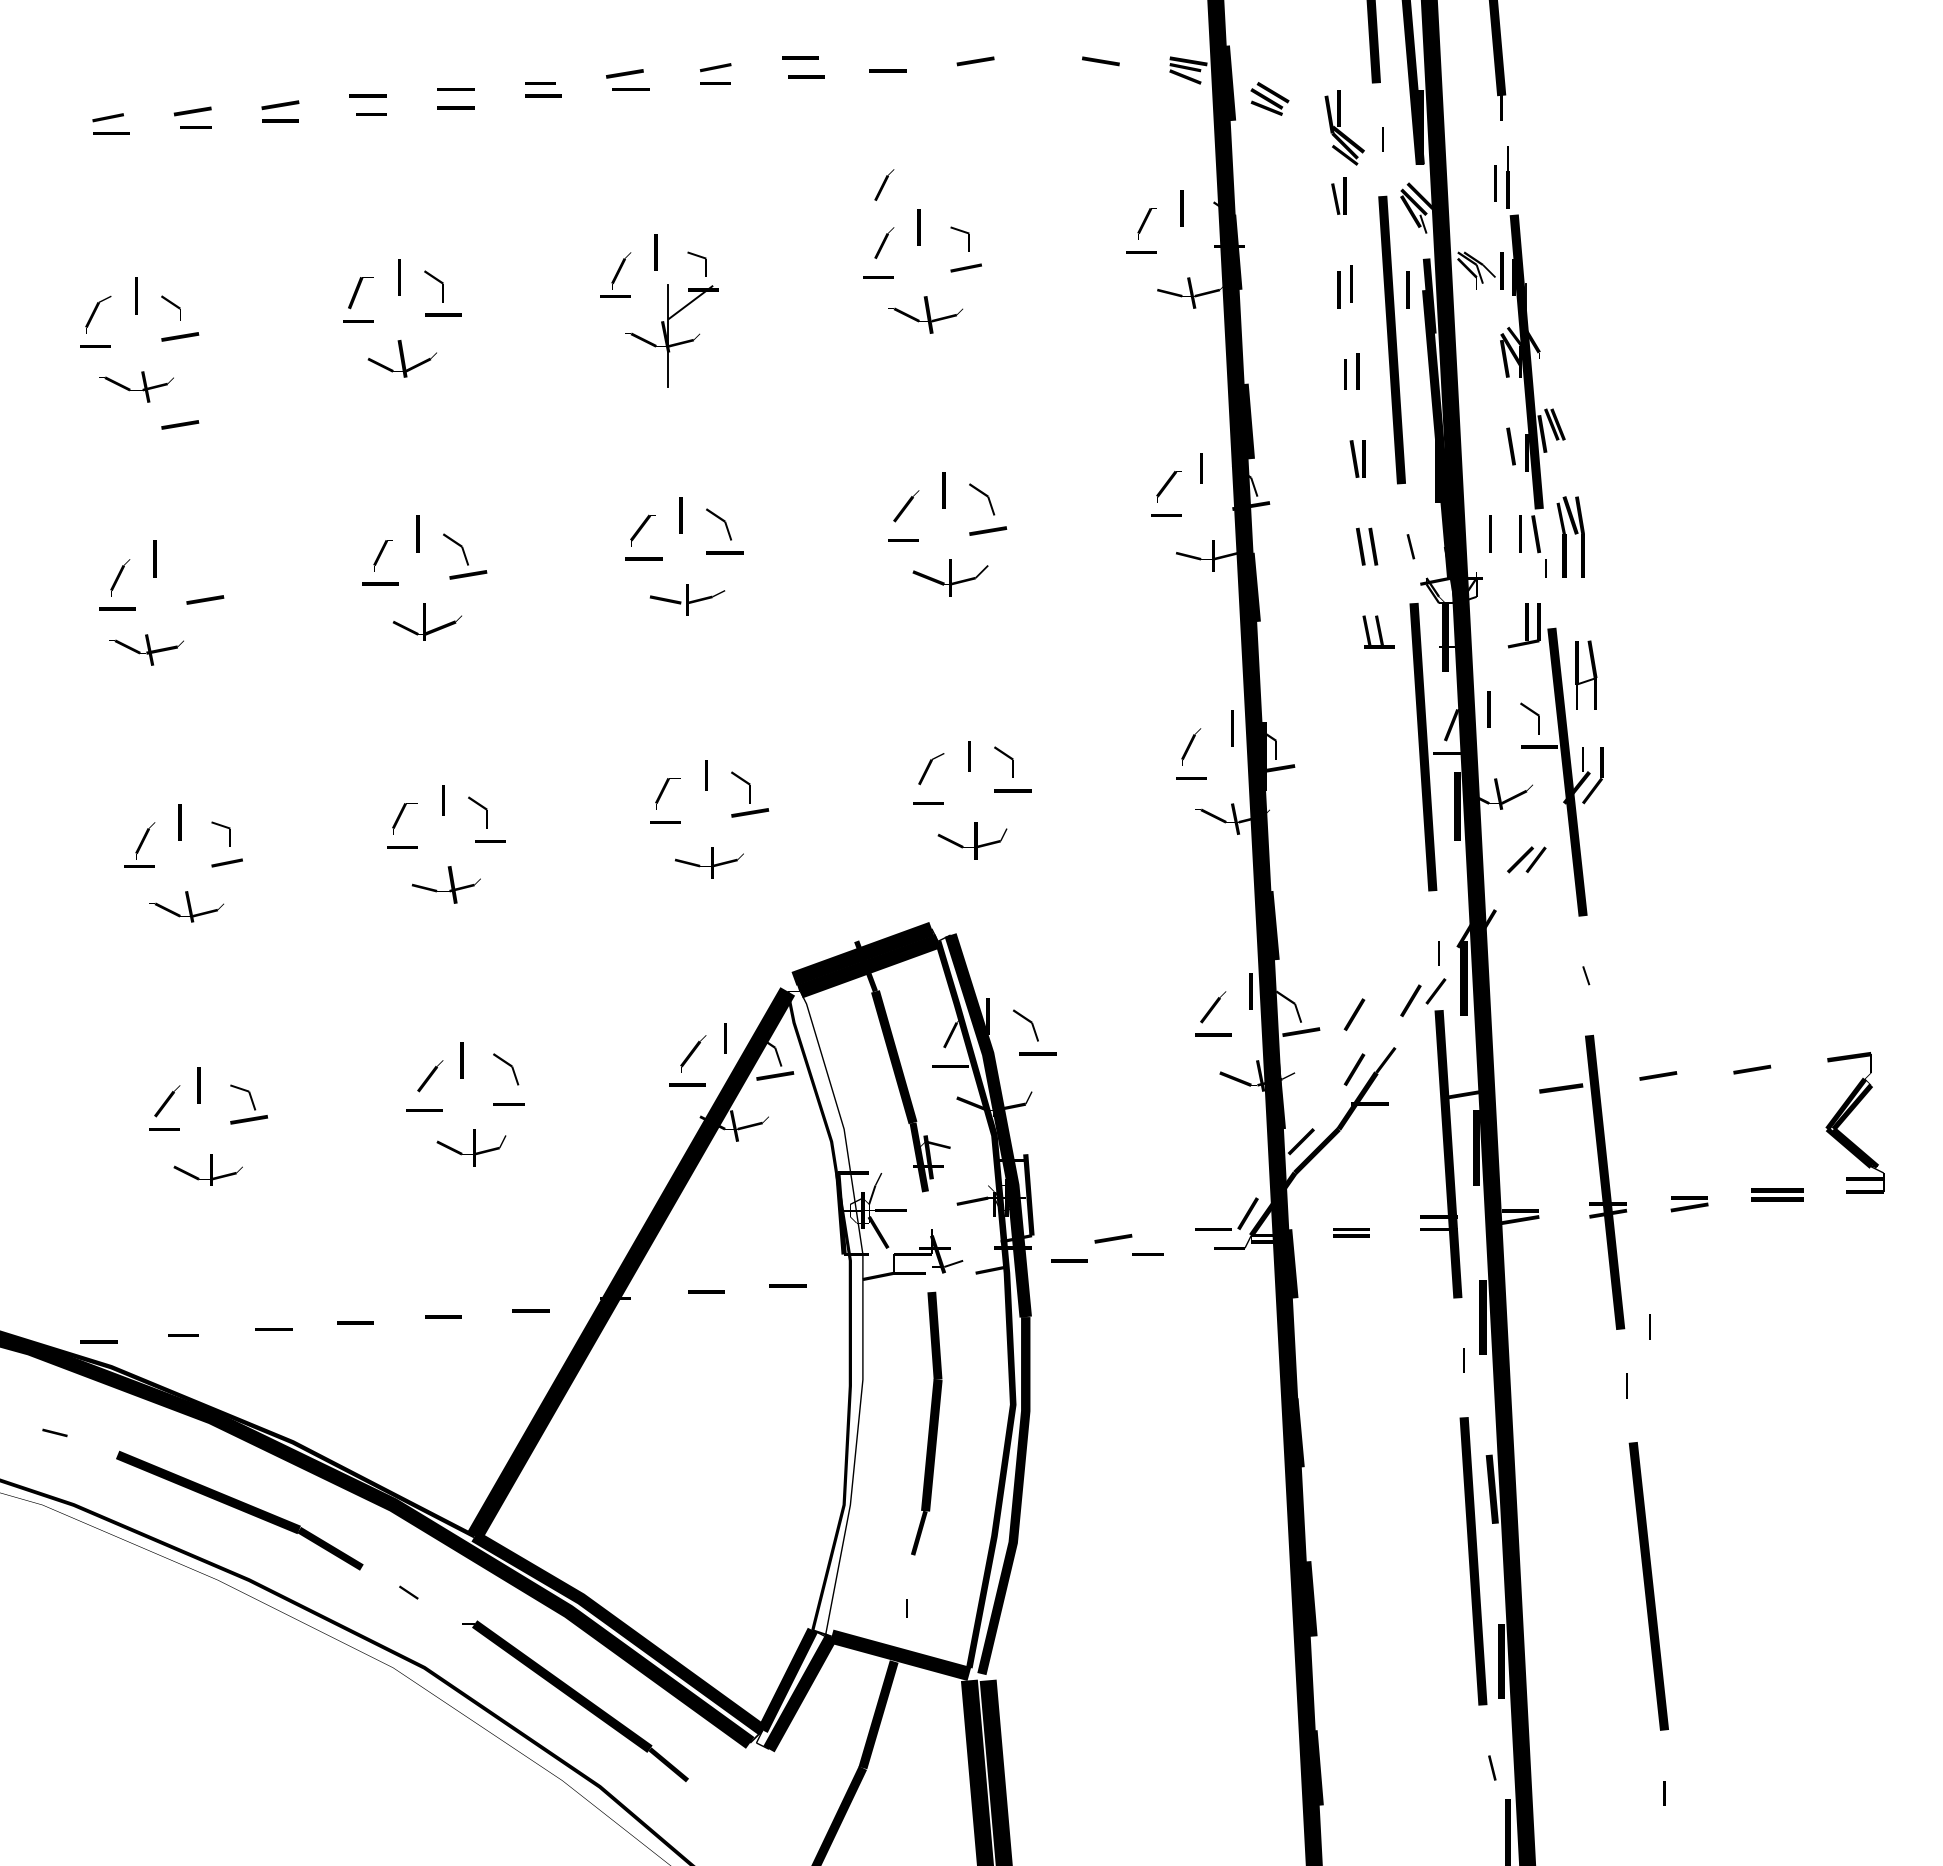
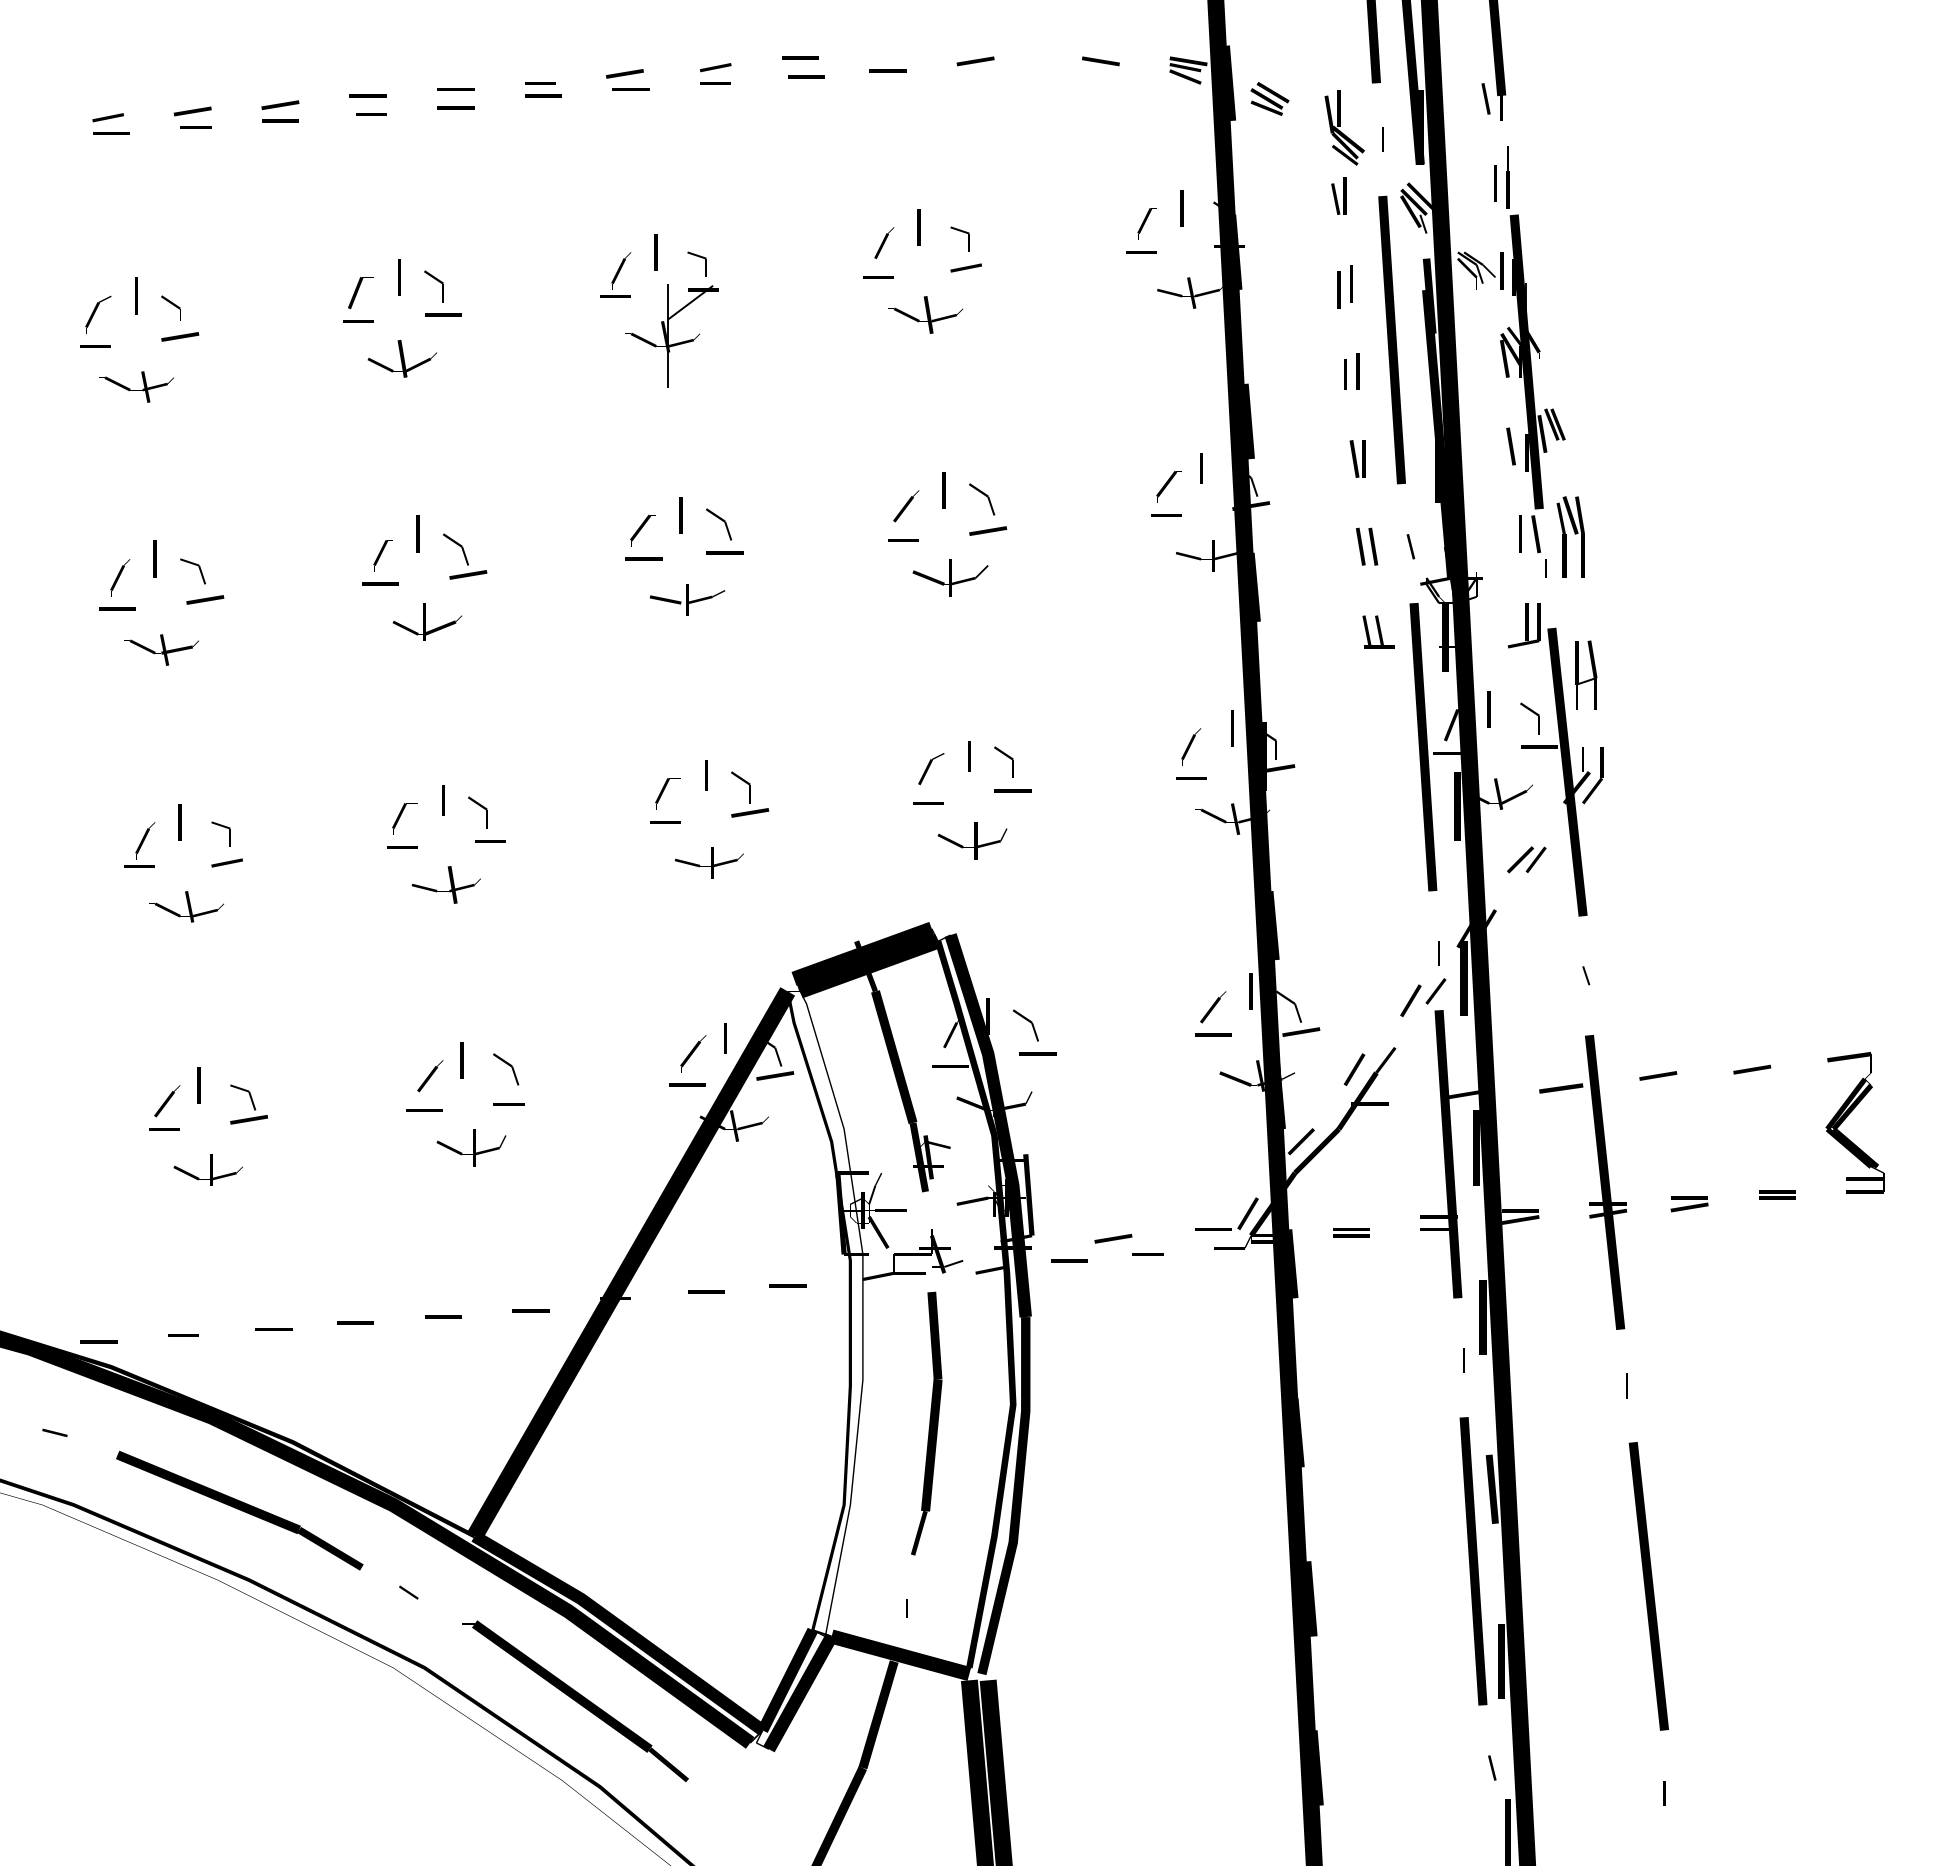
line at (1485, 98): none -> present
part at (884, 184): present -> none
line at (1407, 289): present -> none
line at (180, 424): present -> none
line at (1490, 533): present -> none
part at (195, 565): none -> present
part at (146, 649) position: (146, 649) -> (161, 649)
line at (1354, 1014): present -> none
part at (1777, 1194) size: 53x14 px -> 37x10 px
line at (1649, 1326): present -> none
